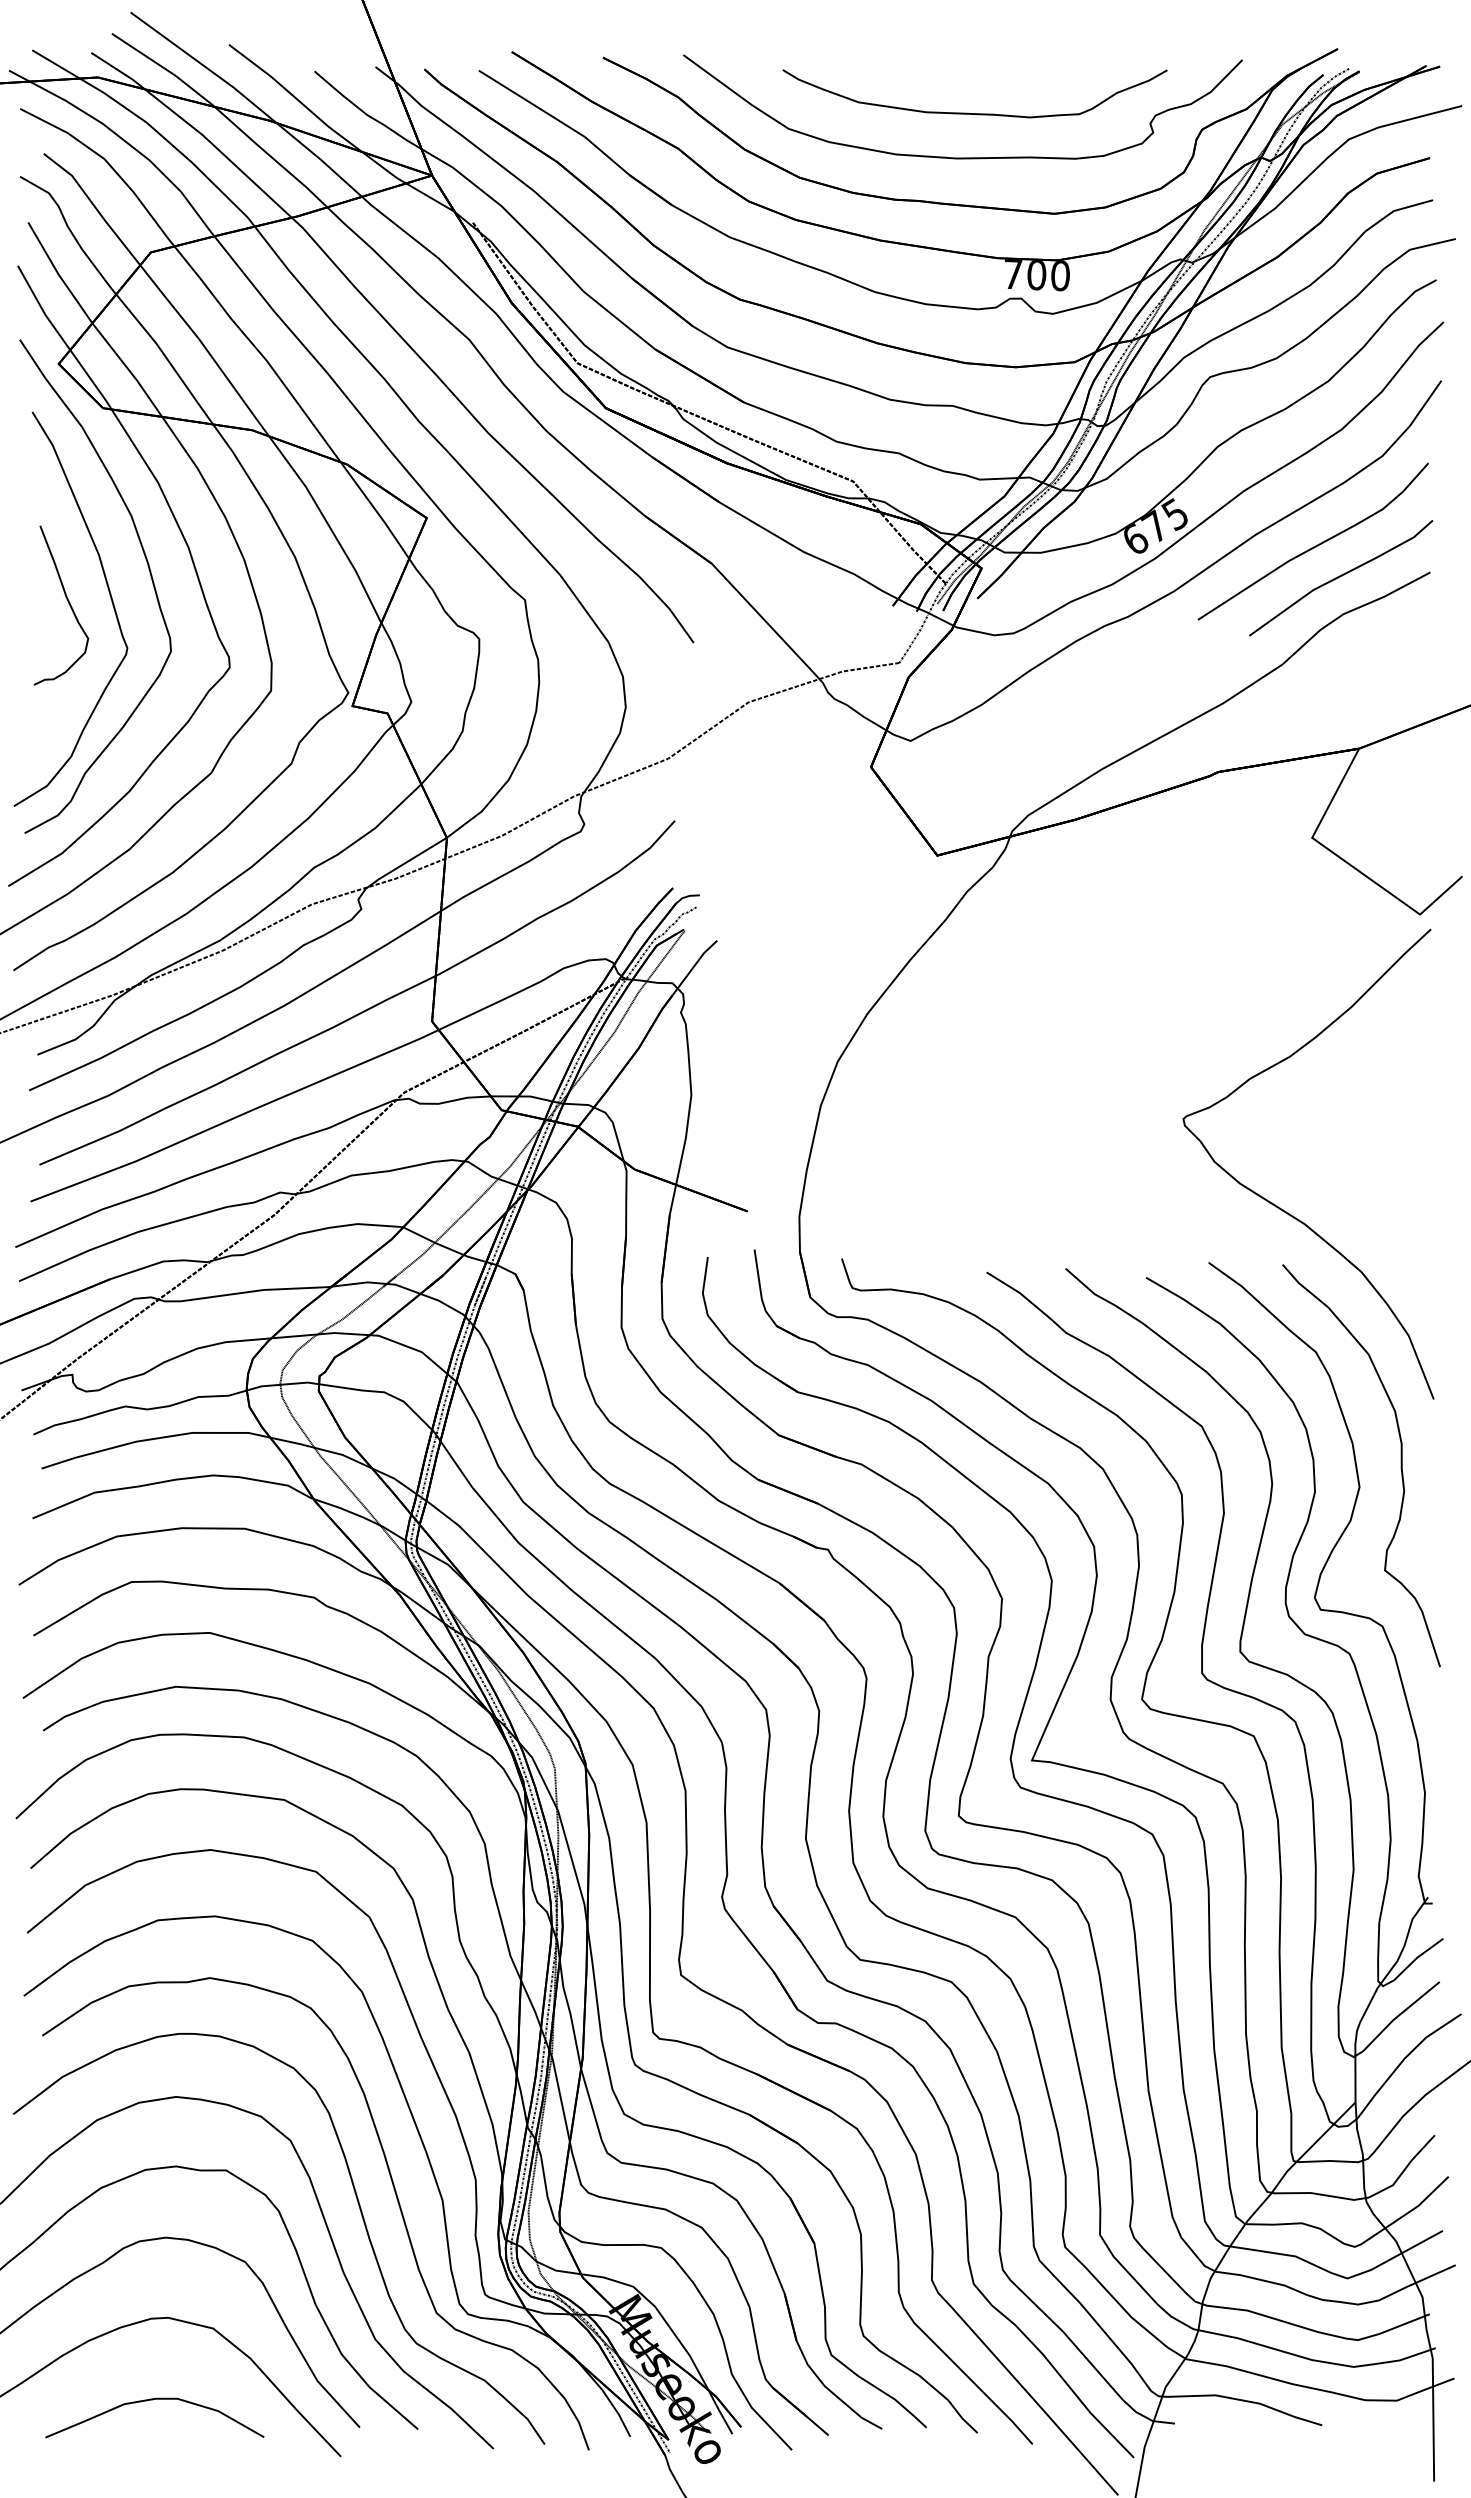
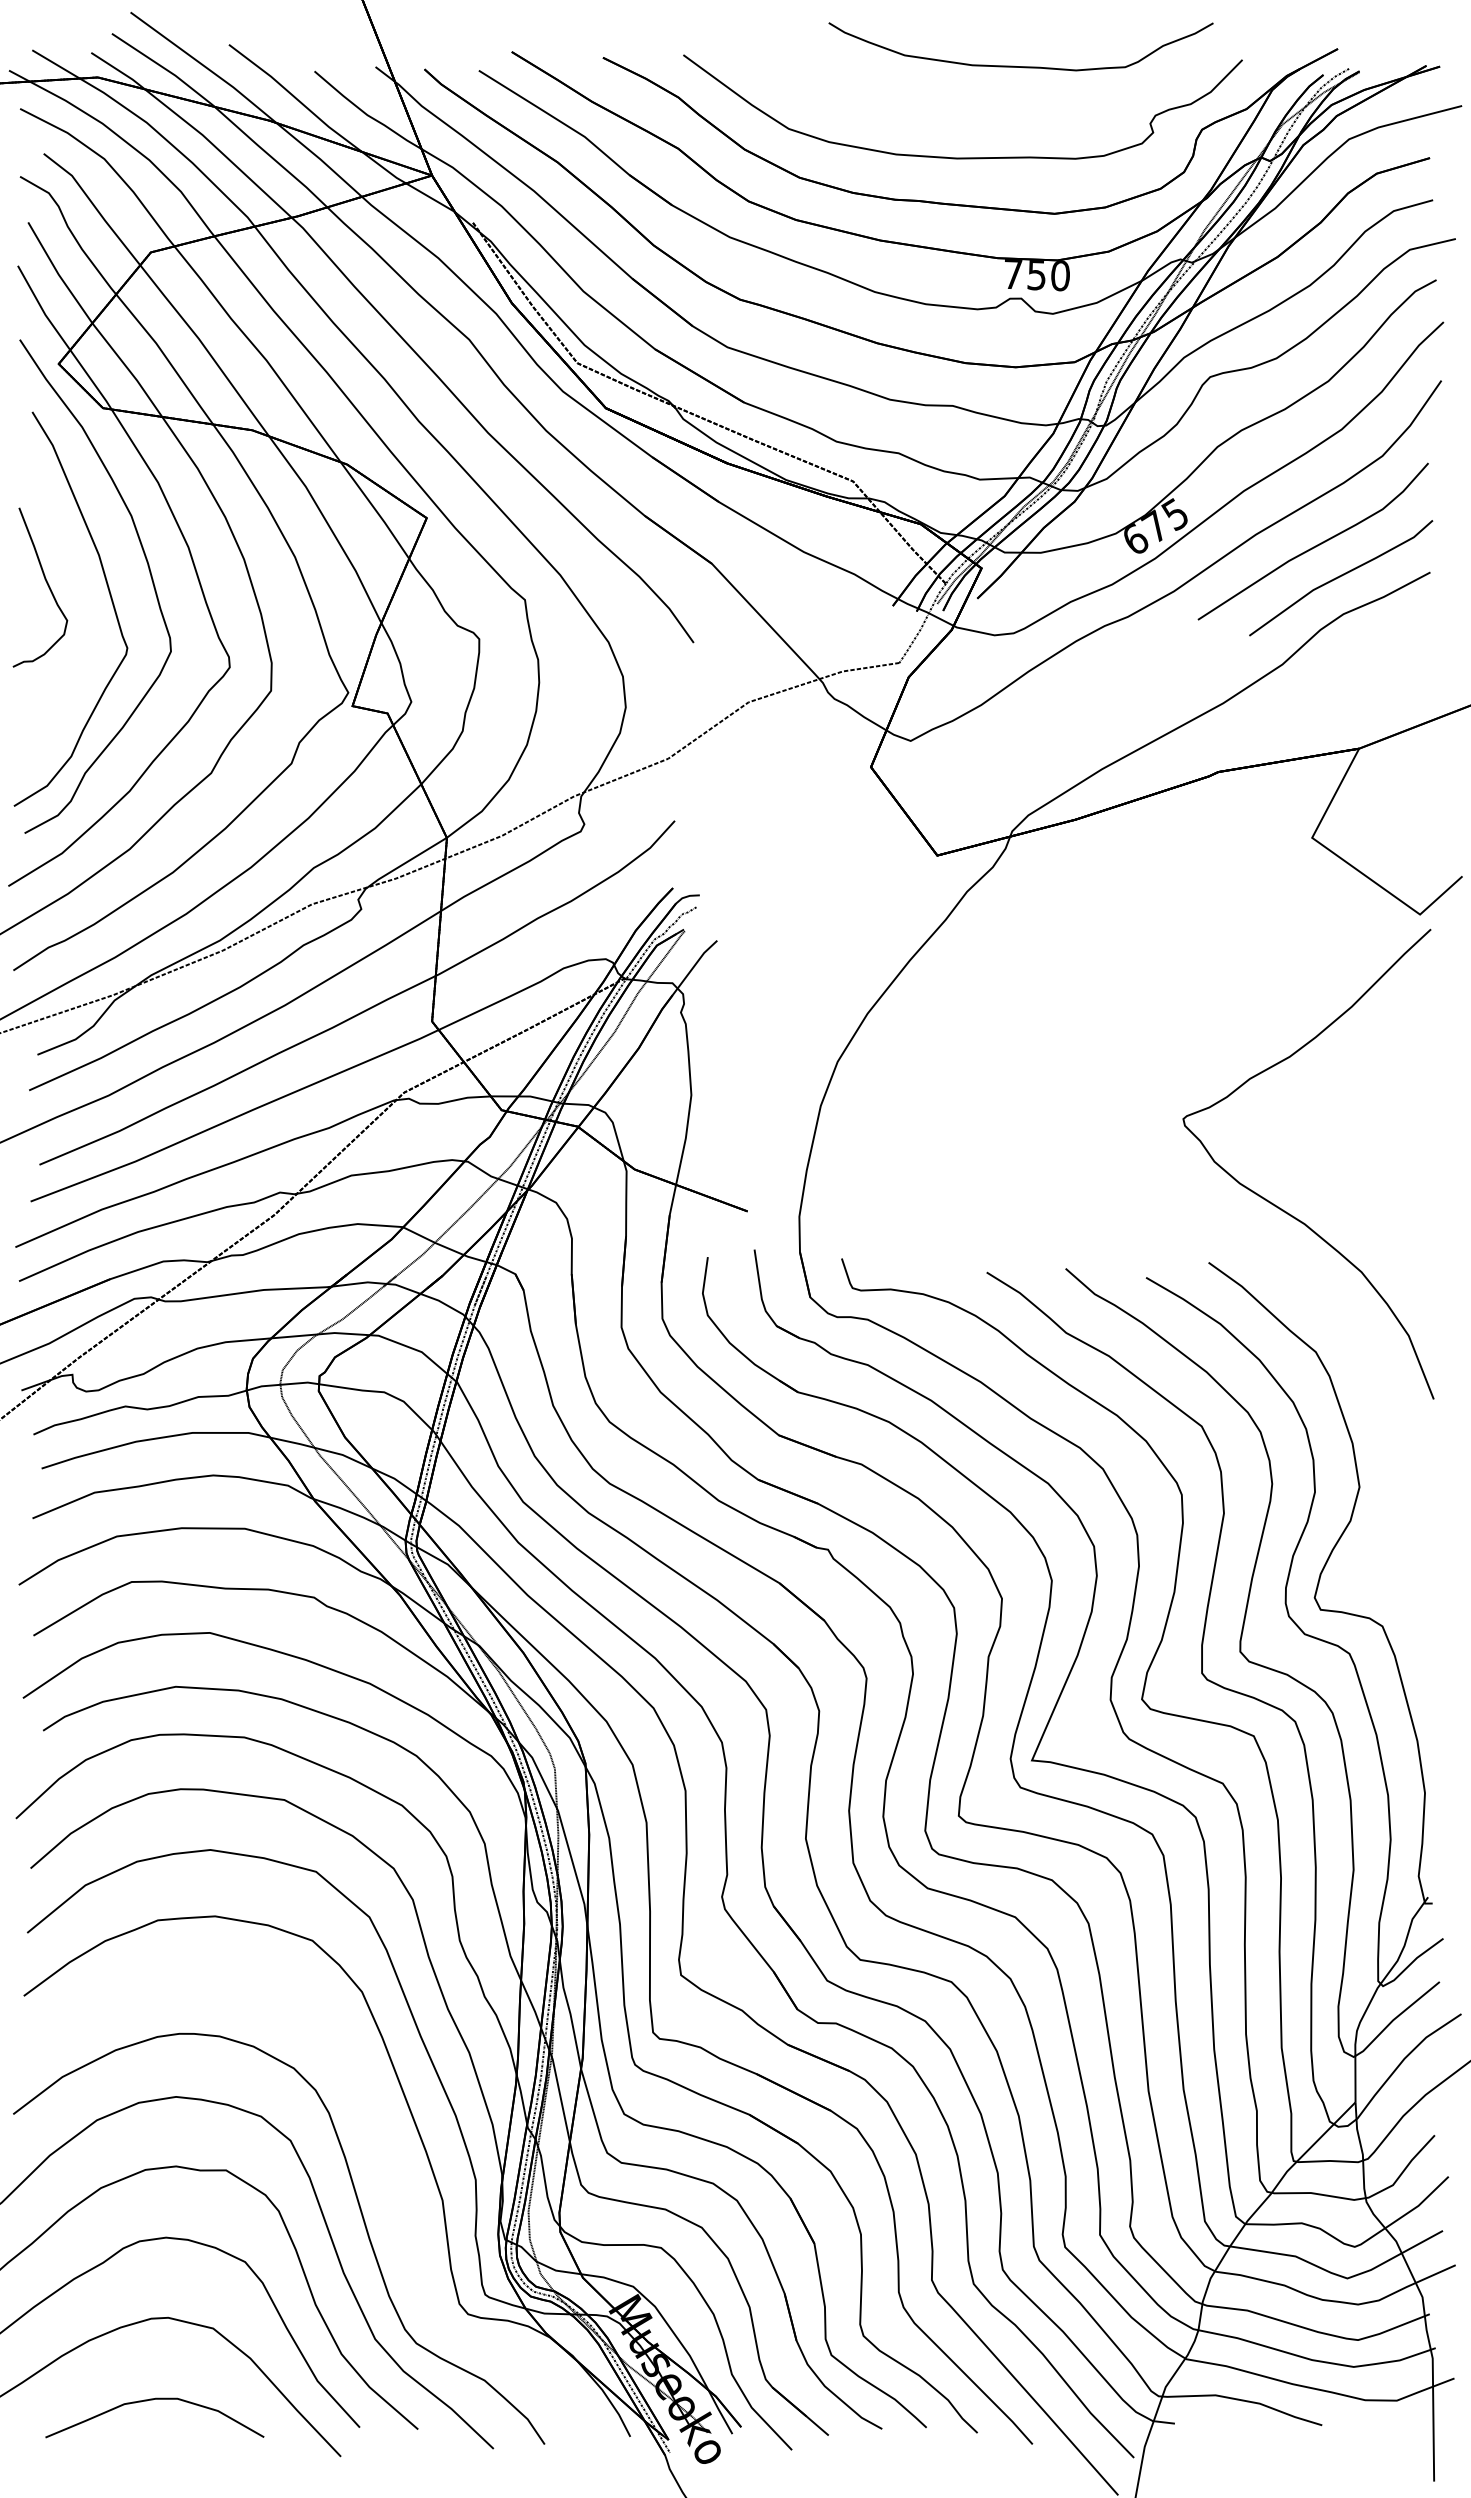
part at (968, 112) position: (968, 112) -> (1014, 65)
text at (1036, 275): 700 -> 750
part at (67, 601) position: (67, 601) -> (46, 583)
part at (1400, 1465): present -> none
curve at (393, 2189): present -> none
